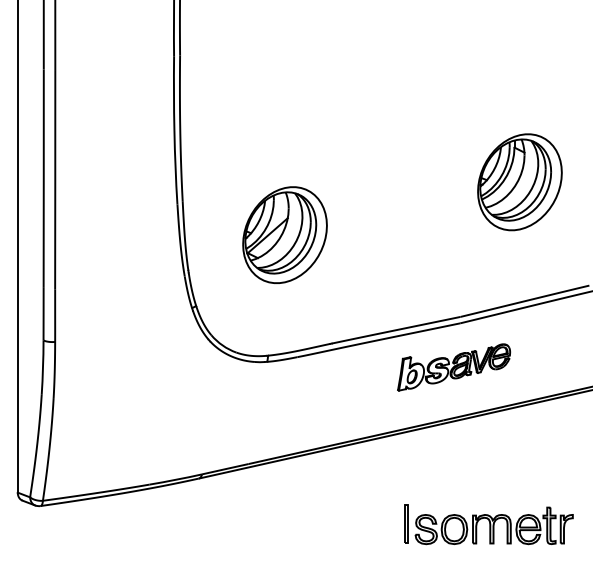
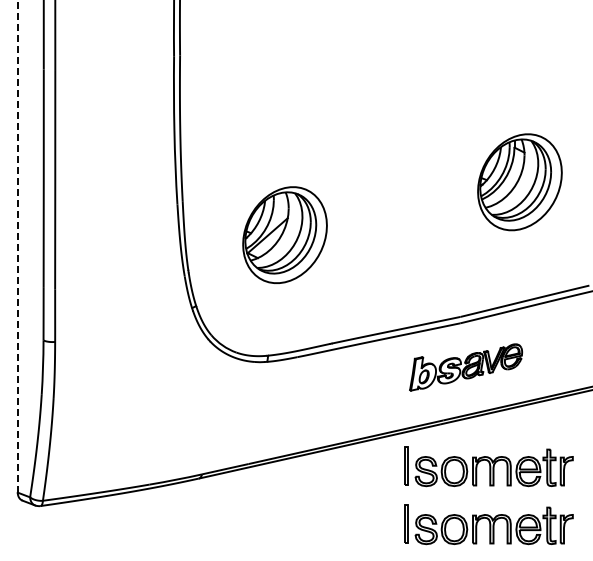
line at (17, 245): solid -> dashed
part at (454, 367) position: (454, 367) -> (466, 367)
part at (488, 466): none -> present
